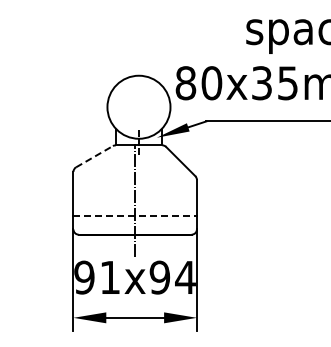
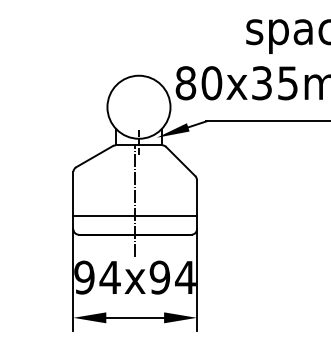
line at (94, 156): dashed -> solid
line at (135, 216): dashed -> solid
text at (109, 277): 91x94 -> 94x94
